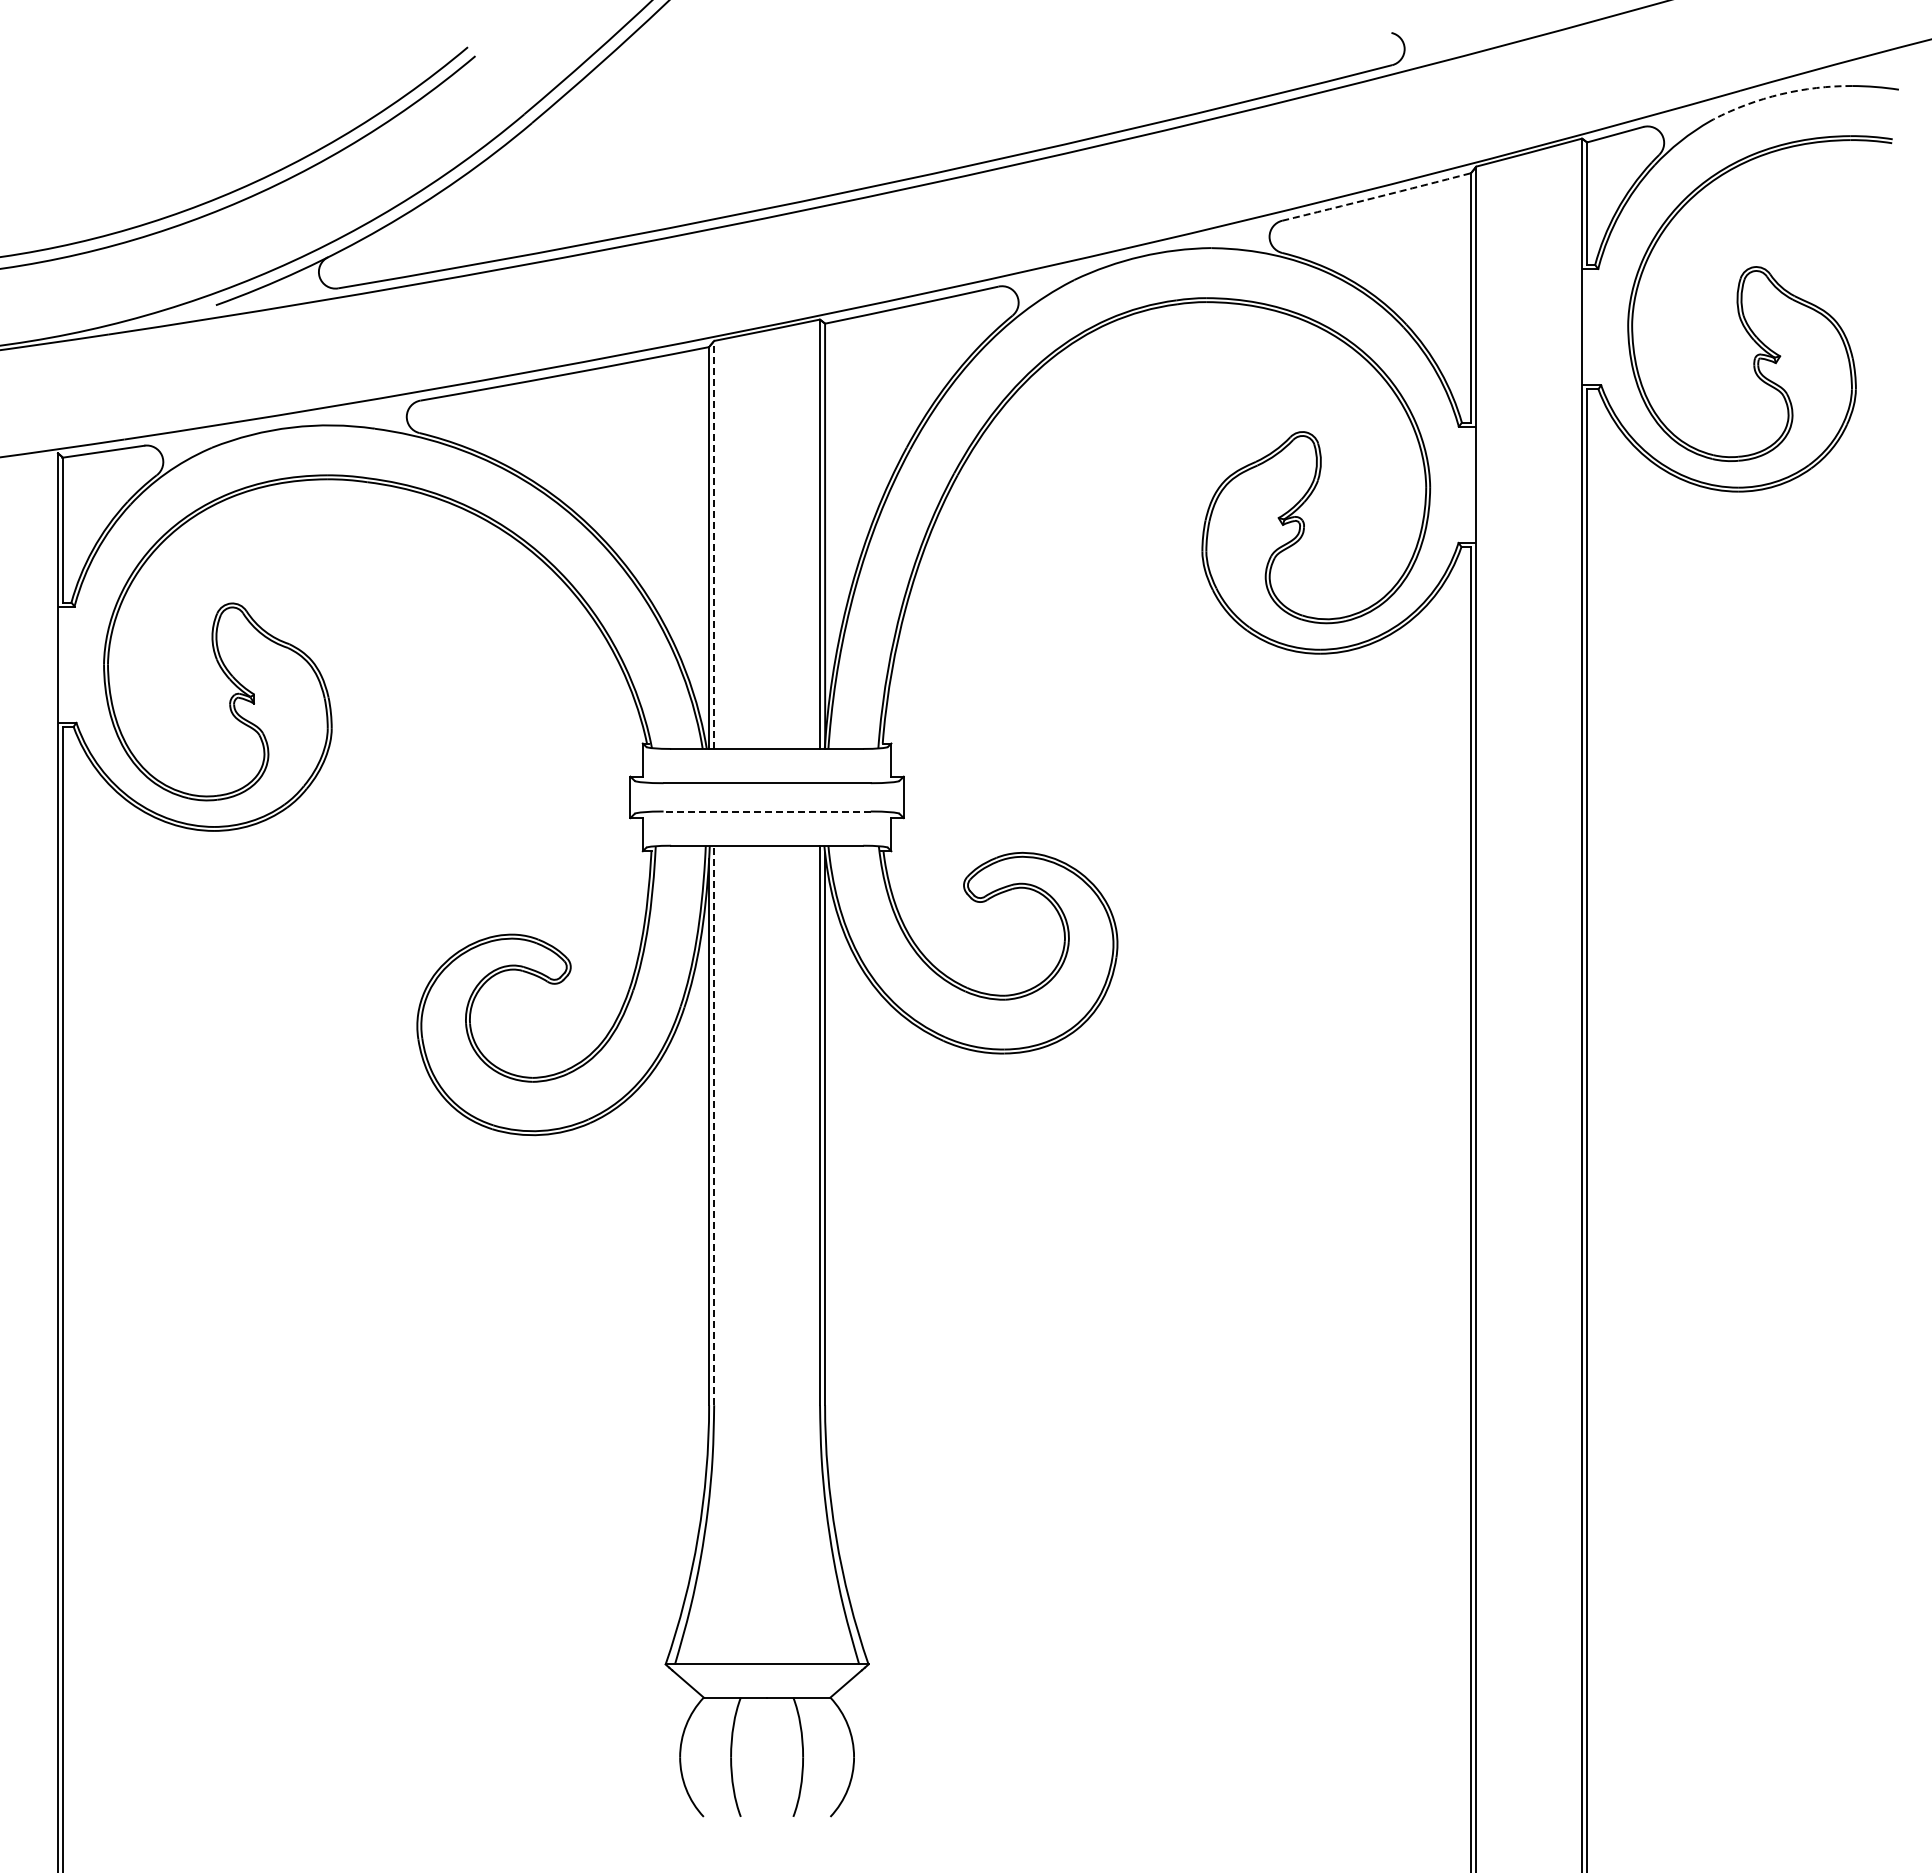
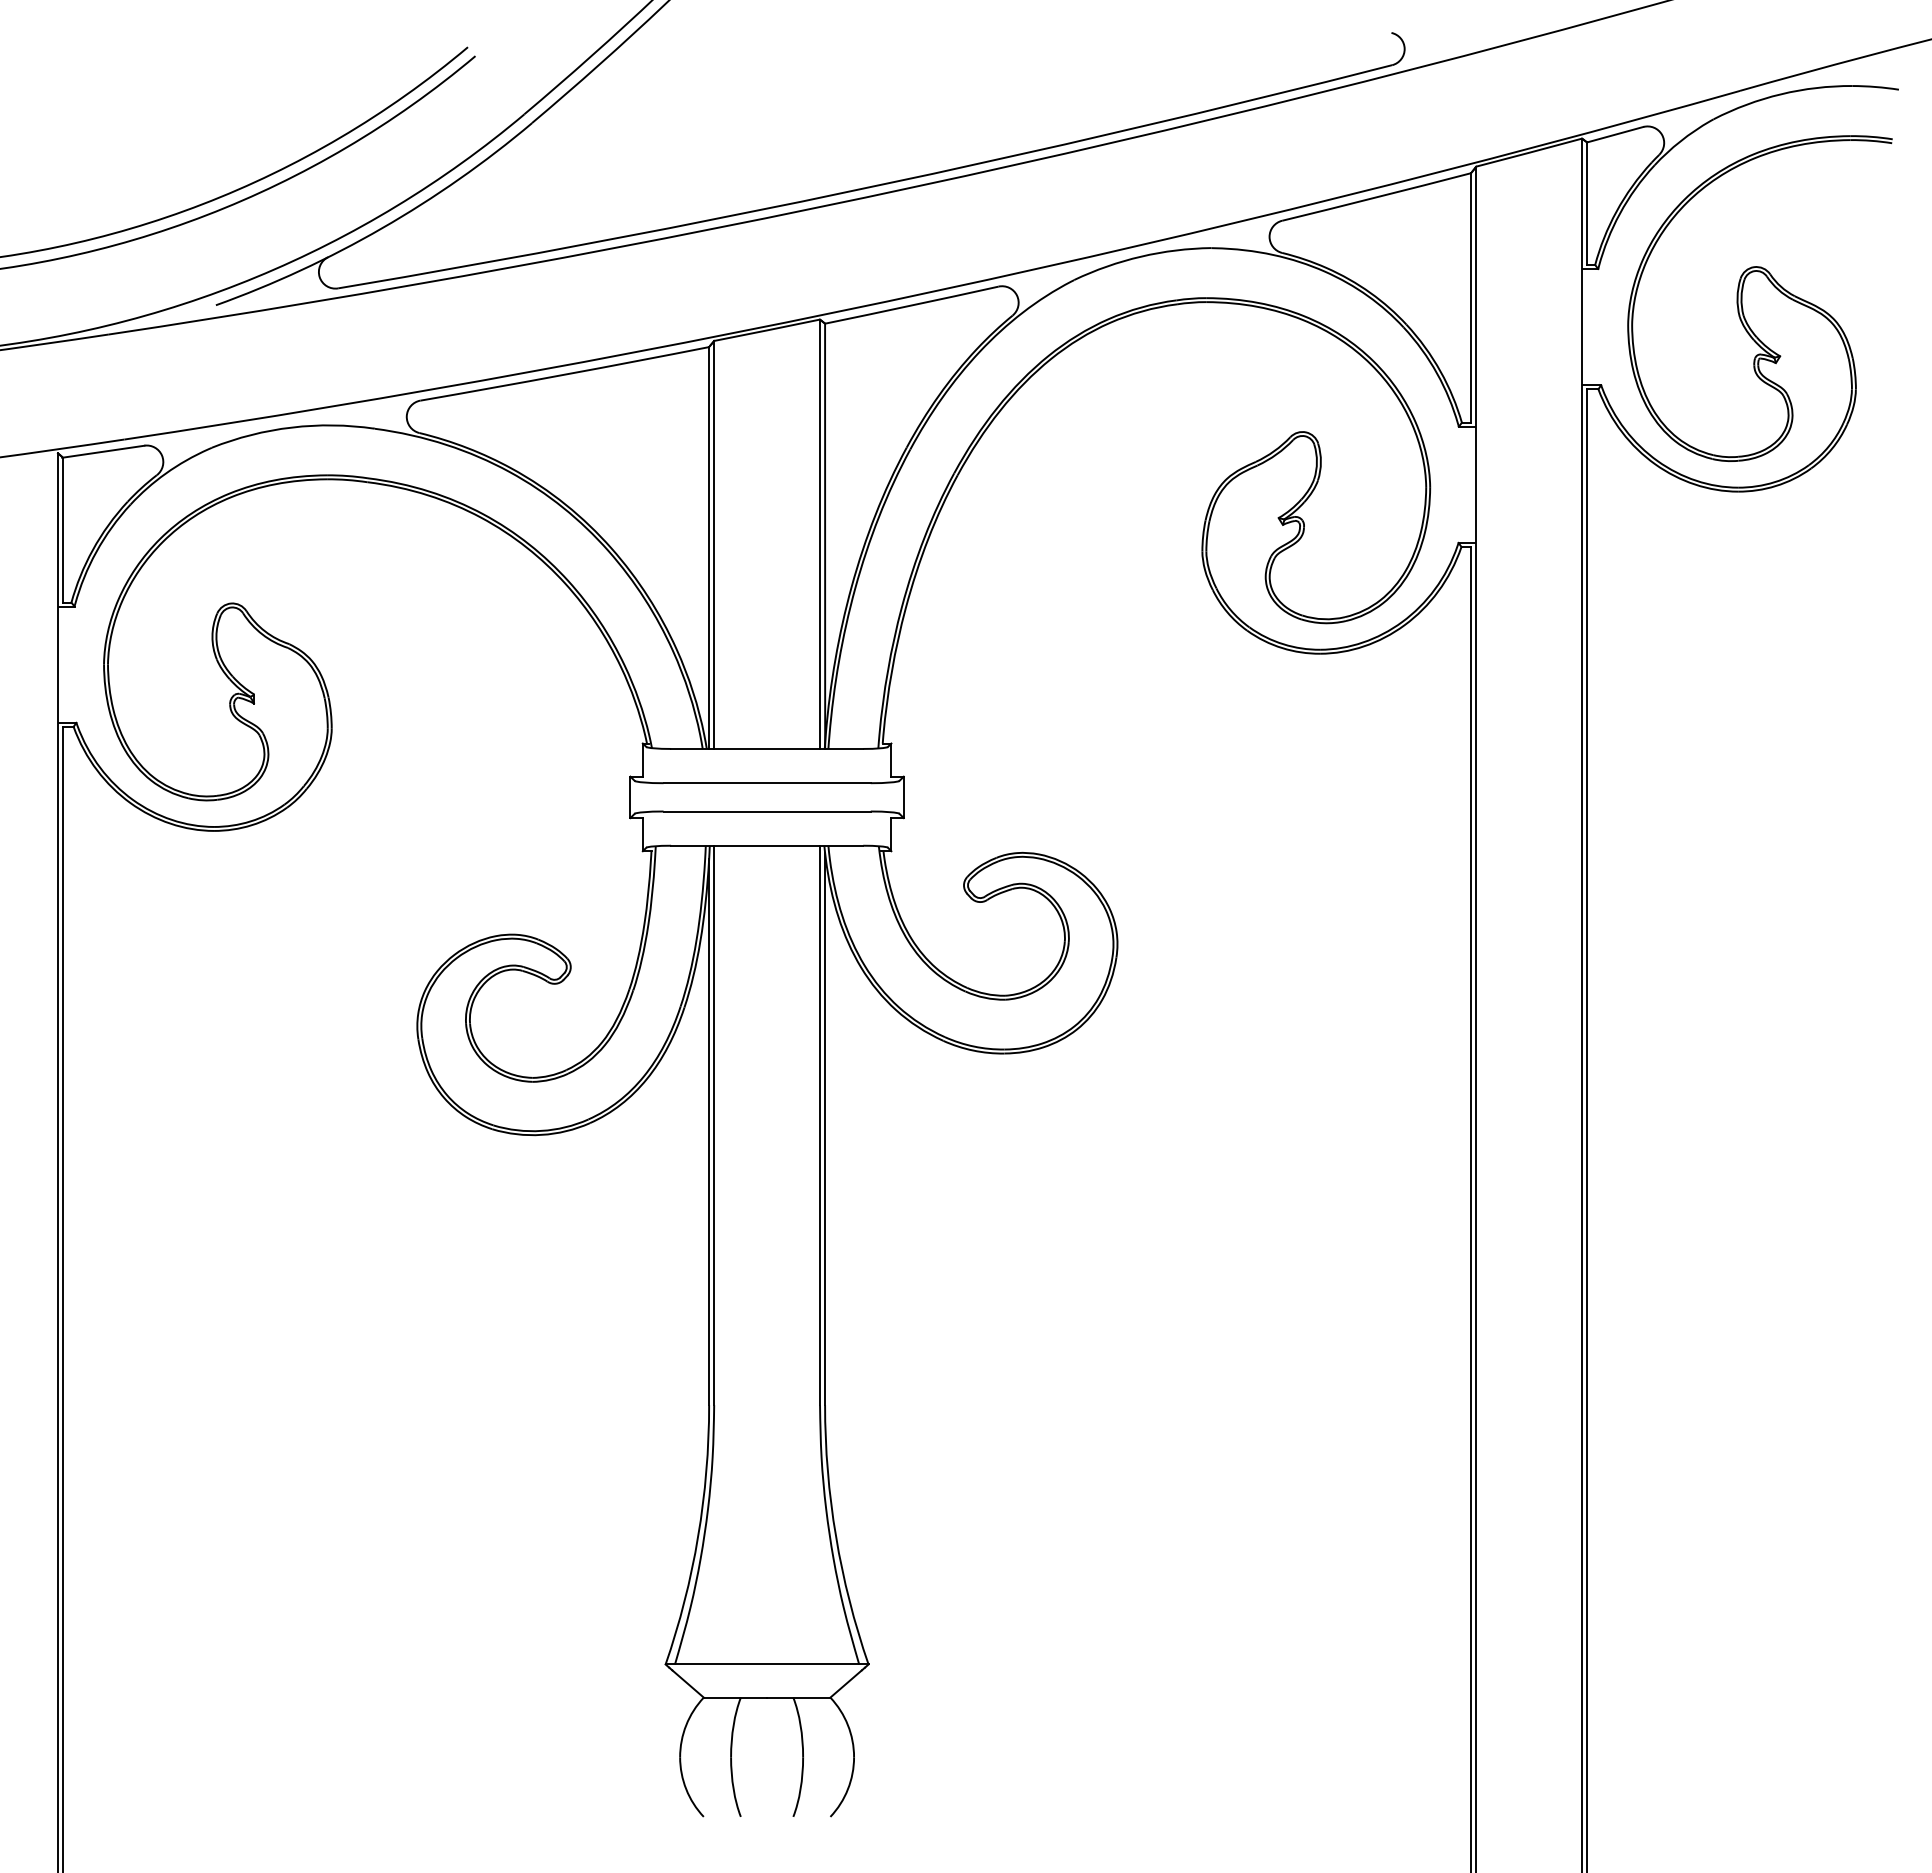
arc at (1781, 94): dashed -> solid
arc at (1376, 197): dashed -> solid
line at (714, 544): dashed -> solid
line at (767, 811): dashed -> solid
line at (714, 1125): dashed -> solid
